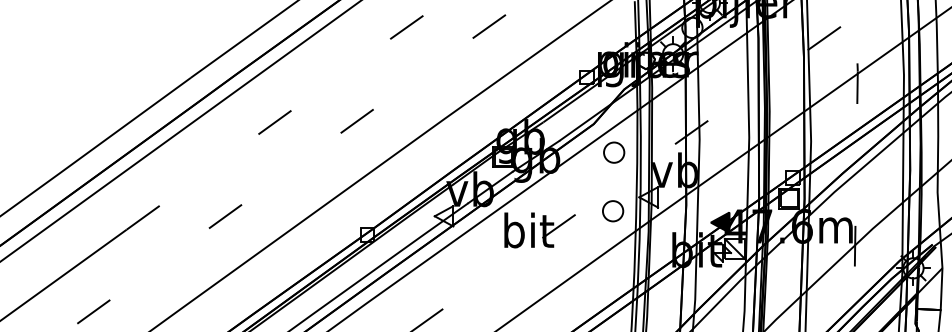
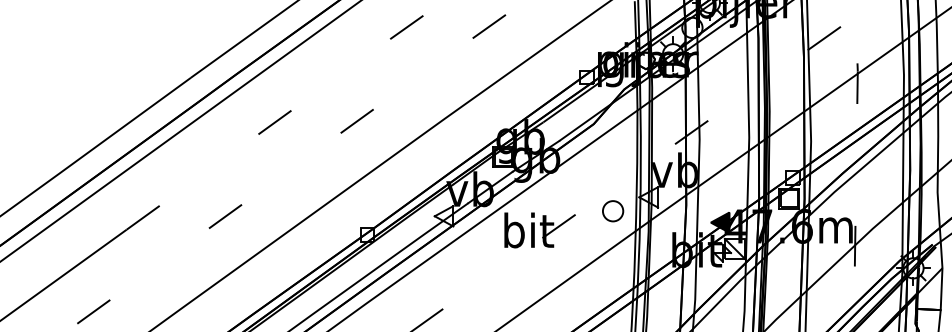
part at (614, 152): present -> none
